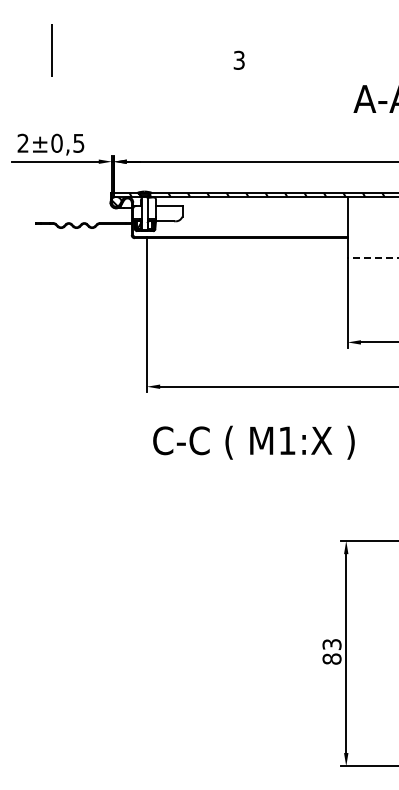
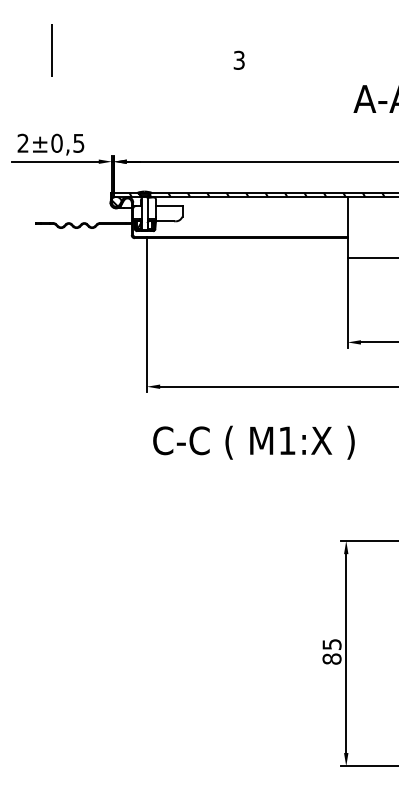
line at (372, 257): dashed -> solid
text at (331, 644): 83 -> 85
